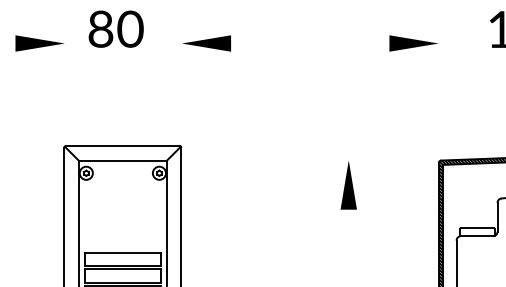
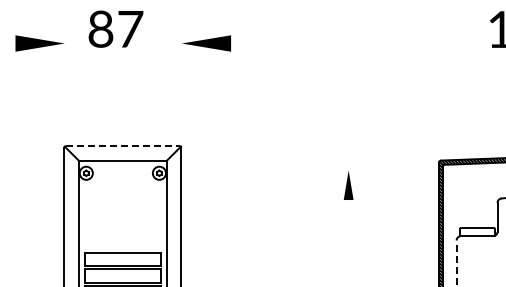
text at (130, 28): 80 -> 87
part at (413, 43): present -> none
line at (123, 146): solid -> dashed
part at (348, 185) size: 17x49 px -> 11x29 px
line at (456, 263): solid -> dashed
